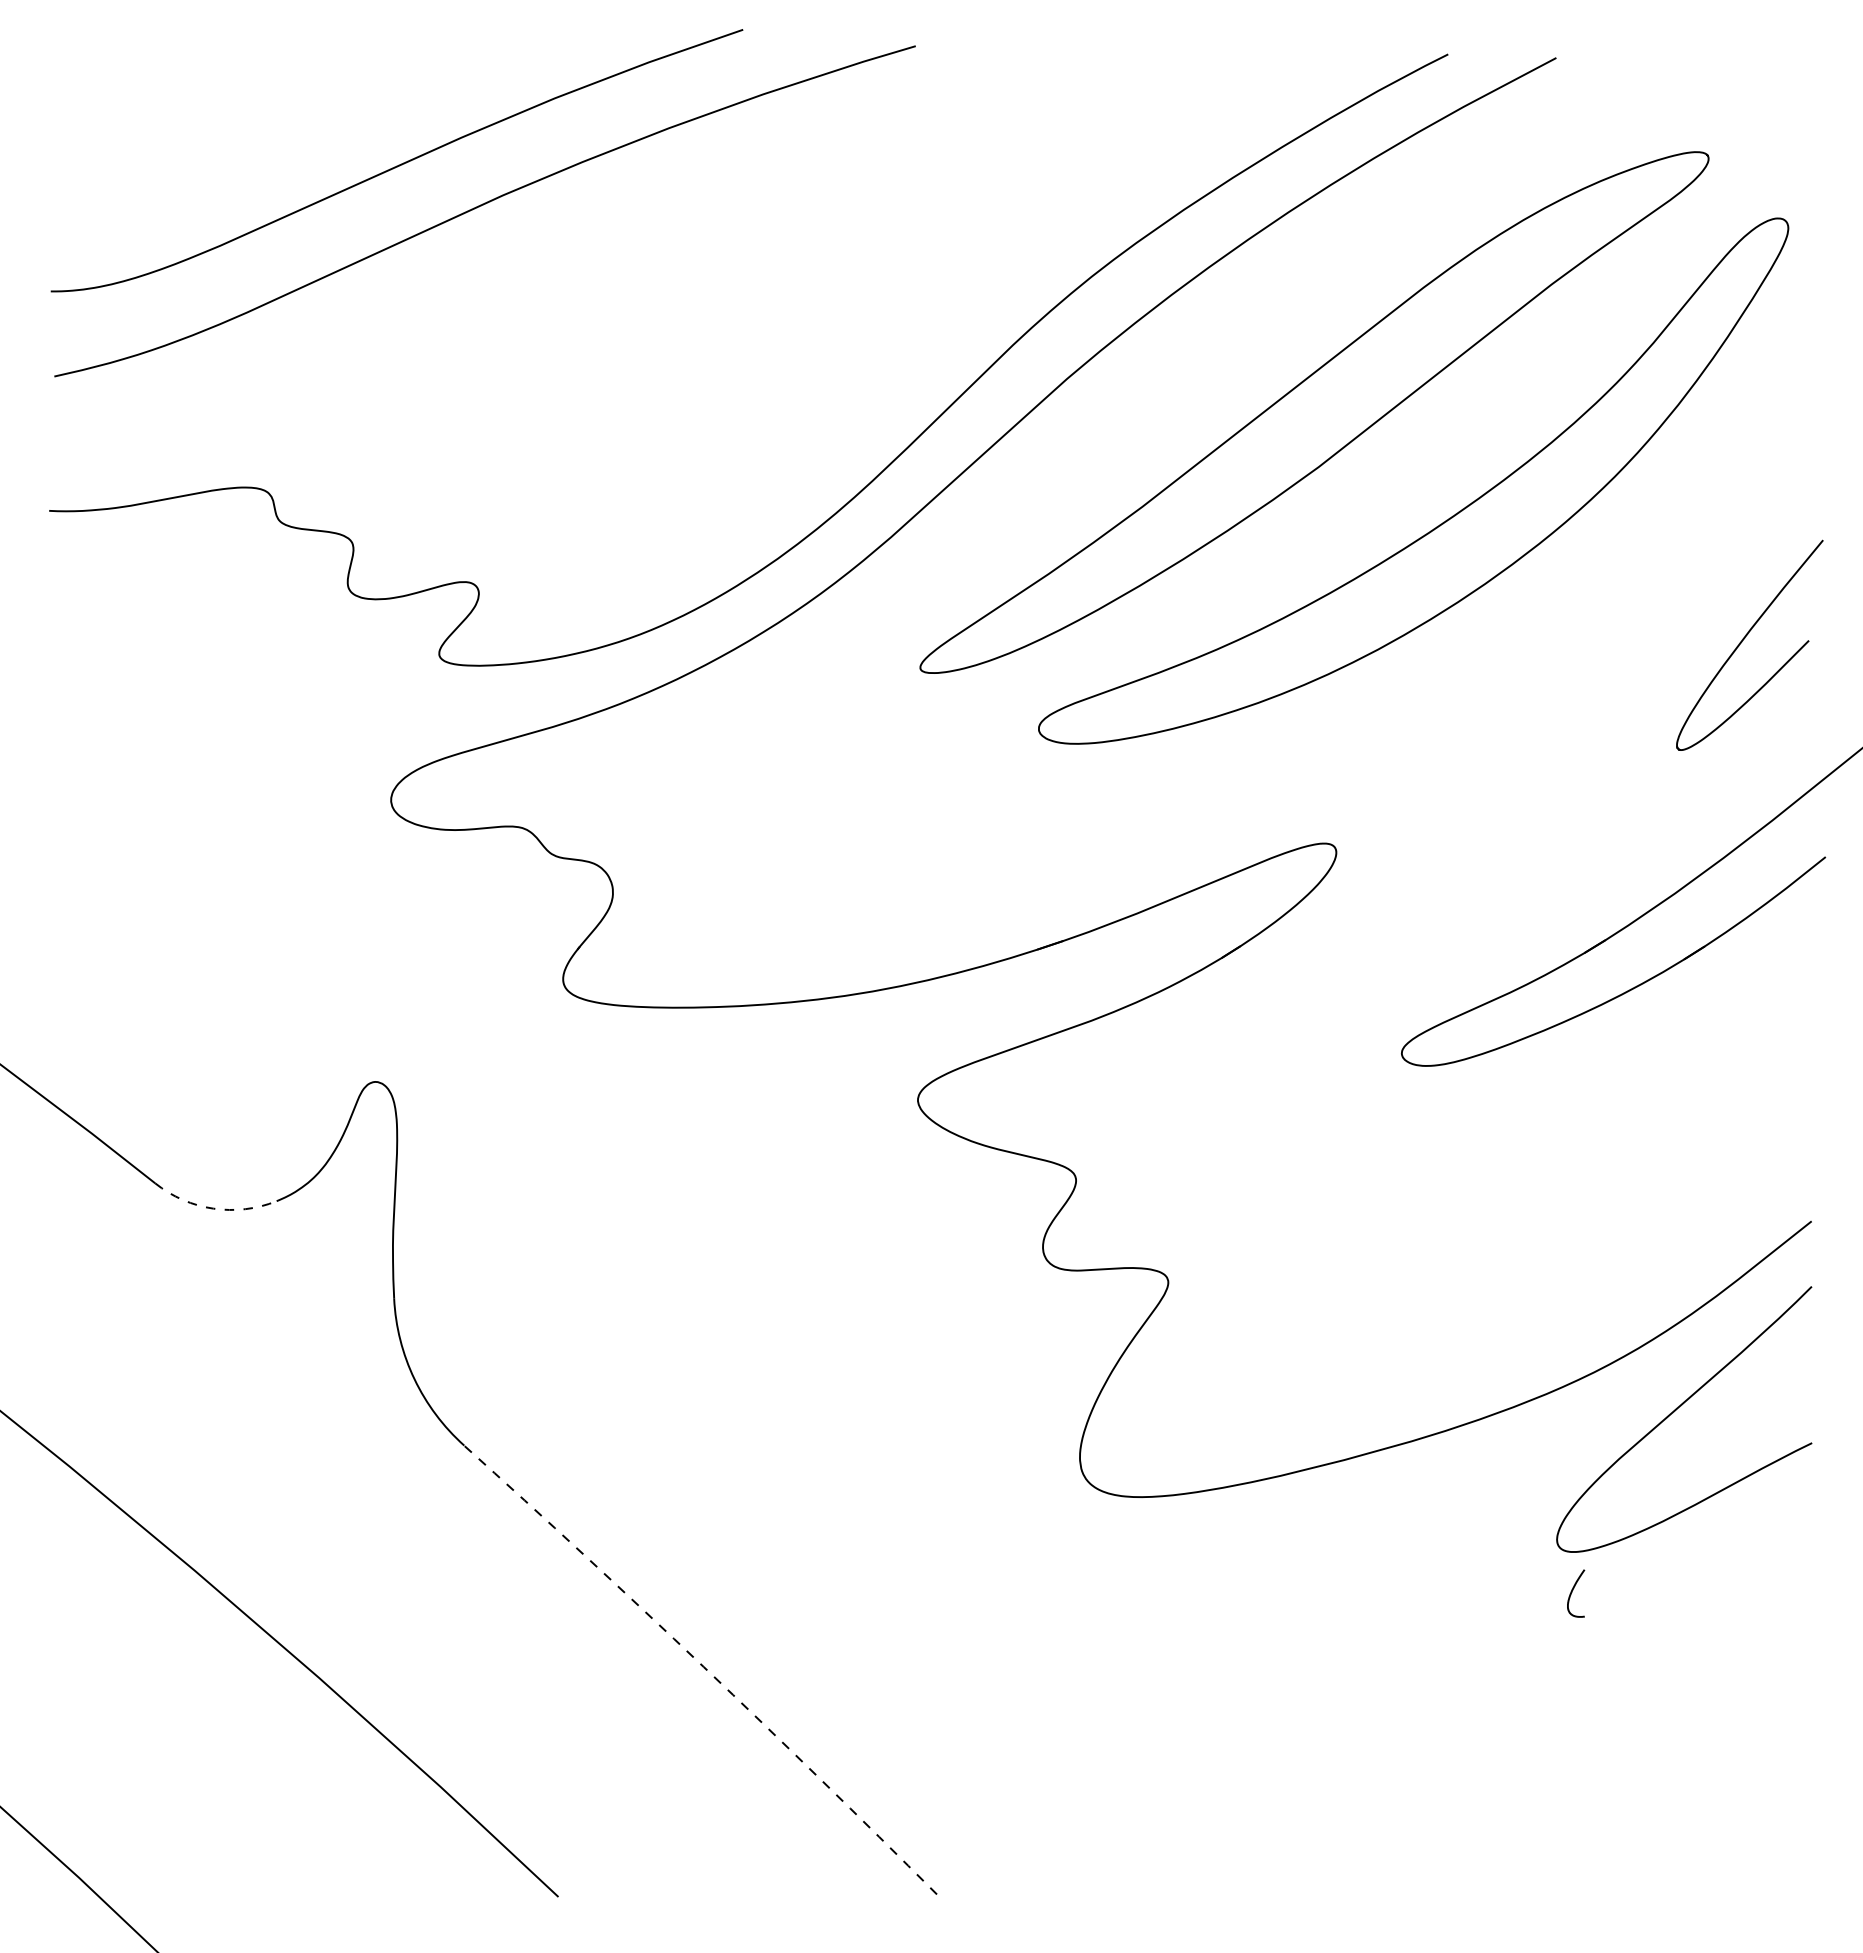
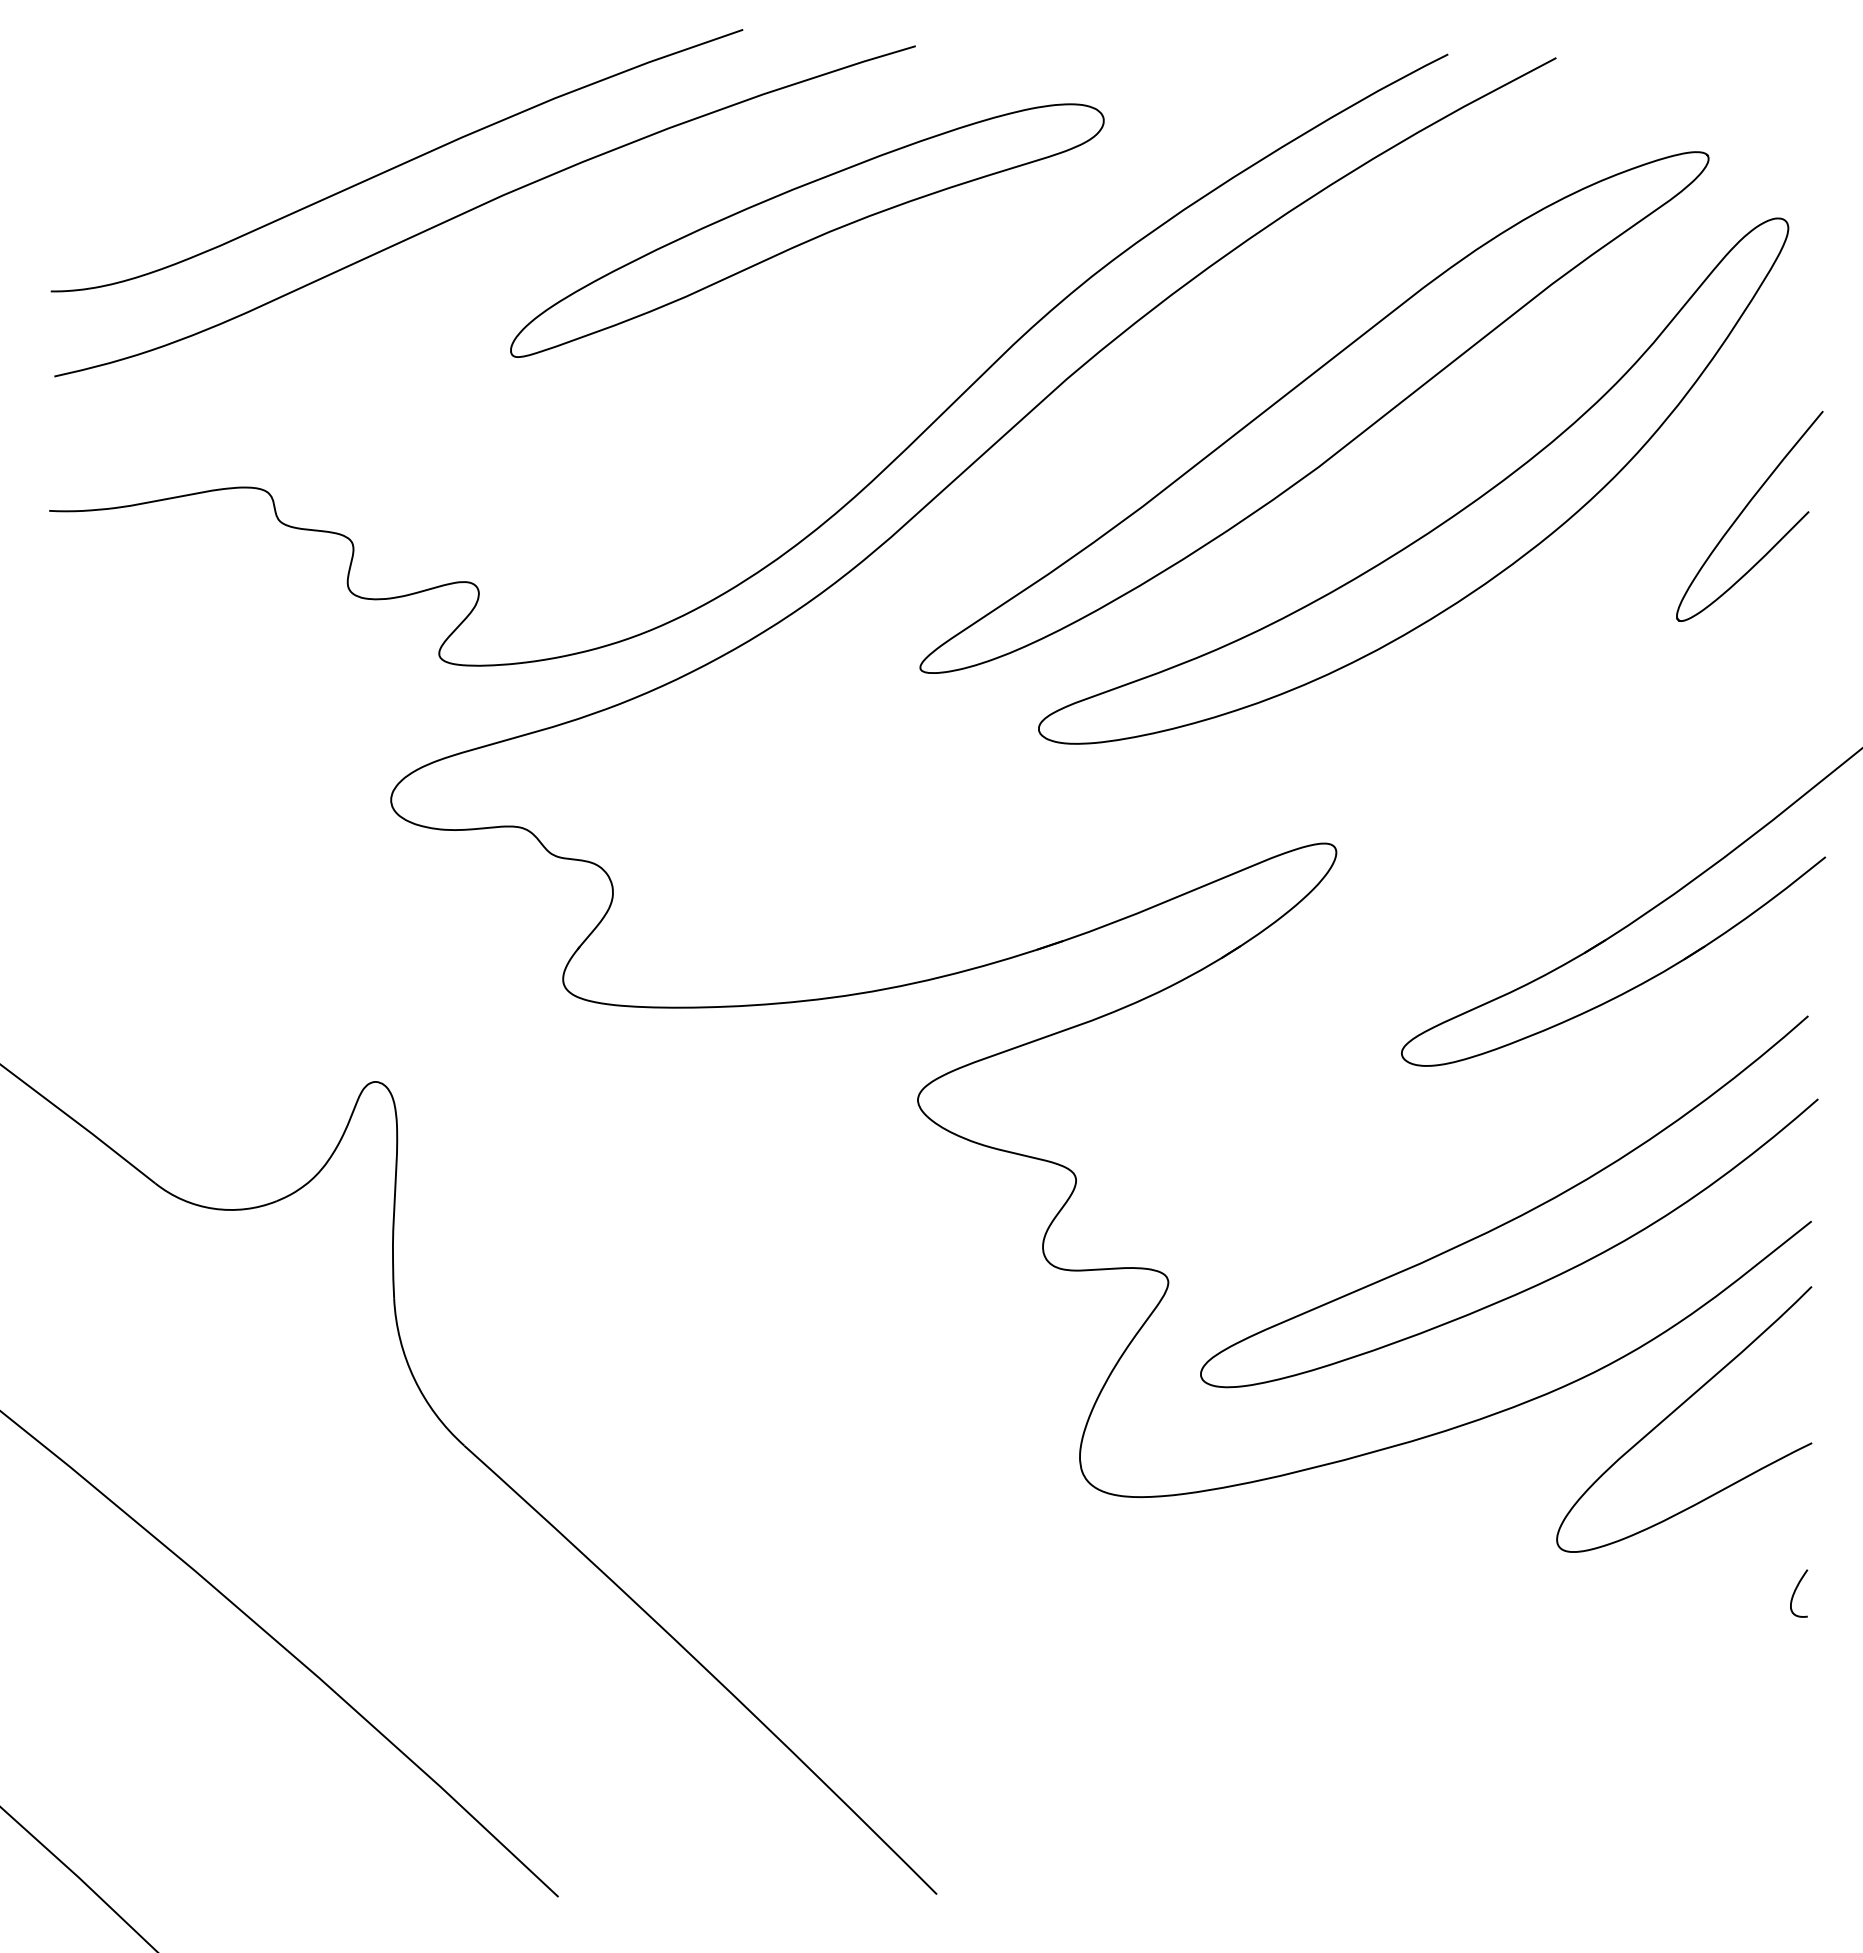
part at (807, 230): none -> present
curve at (1744, 639) position: (1744, 639) -> (1744, 510)
arc at (213, 1208): dashed -> solid
curve at (1517, 1216): none -> present
curve at (1572, 1592) position: (1572, 1592) -> (1795, 1592)
arc at (703, 1666): dashed -> solid
